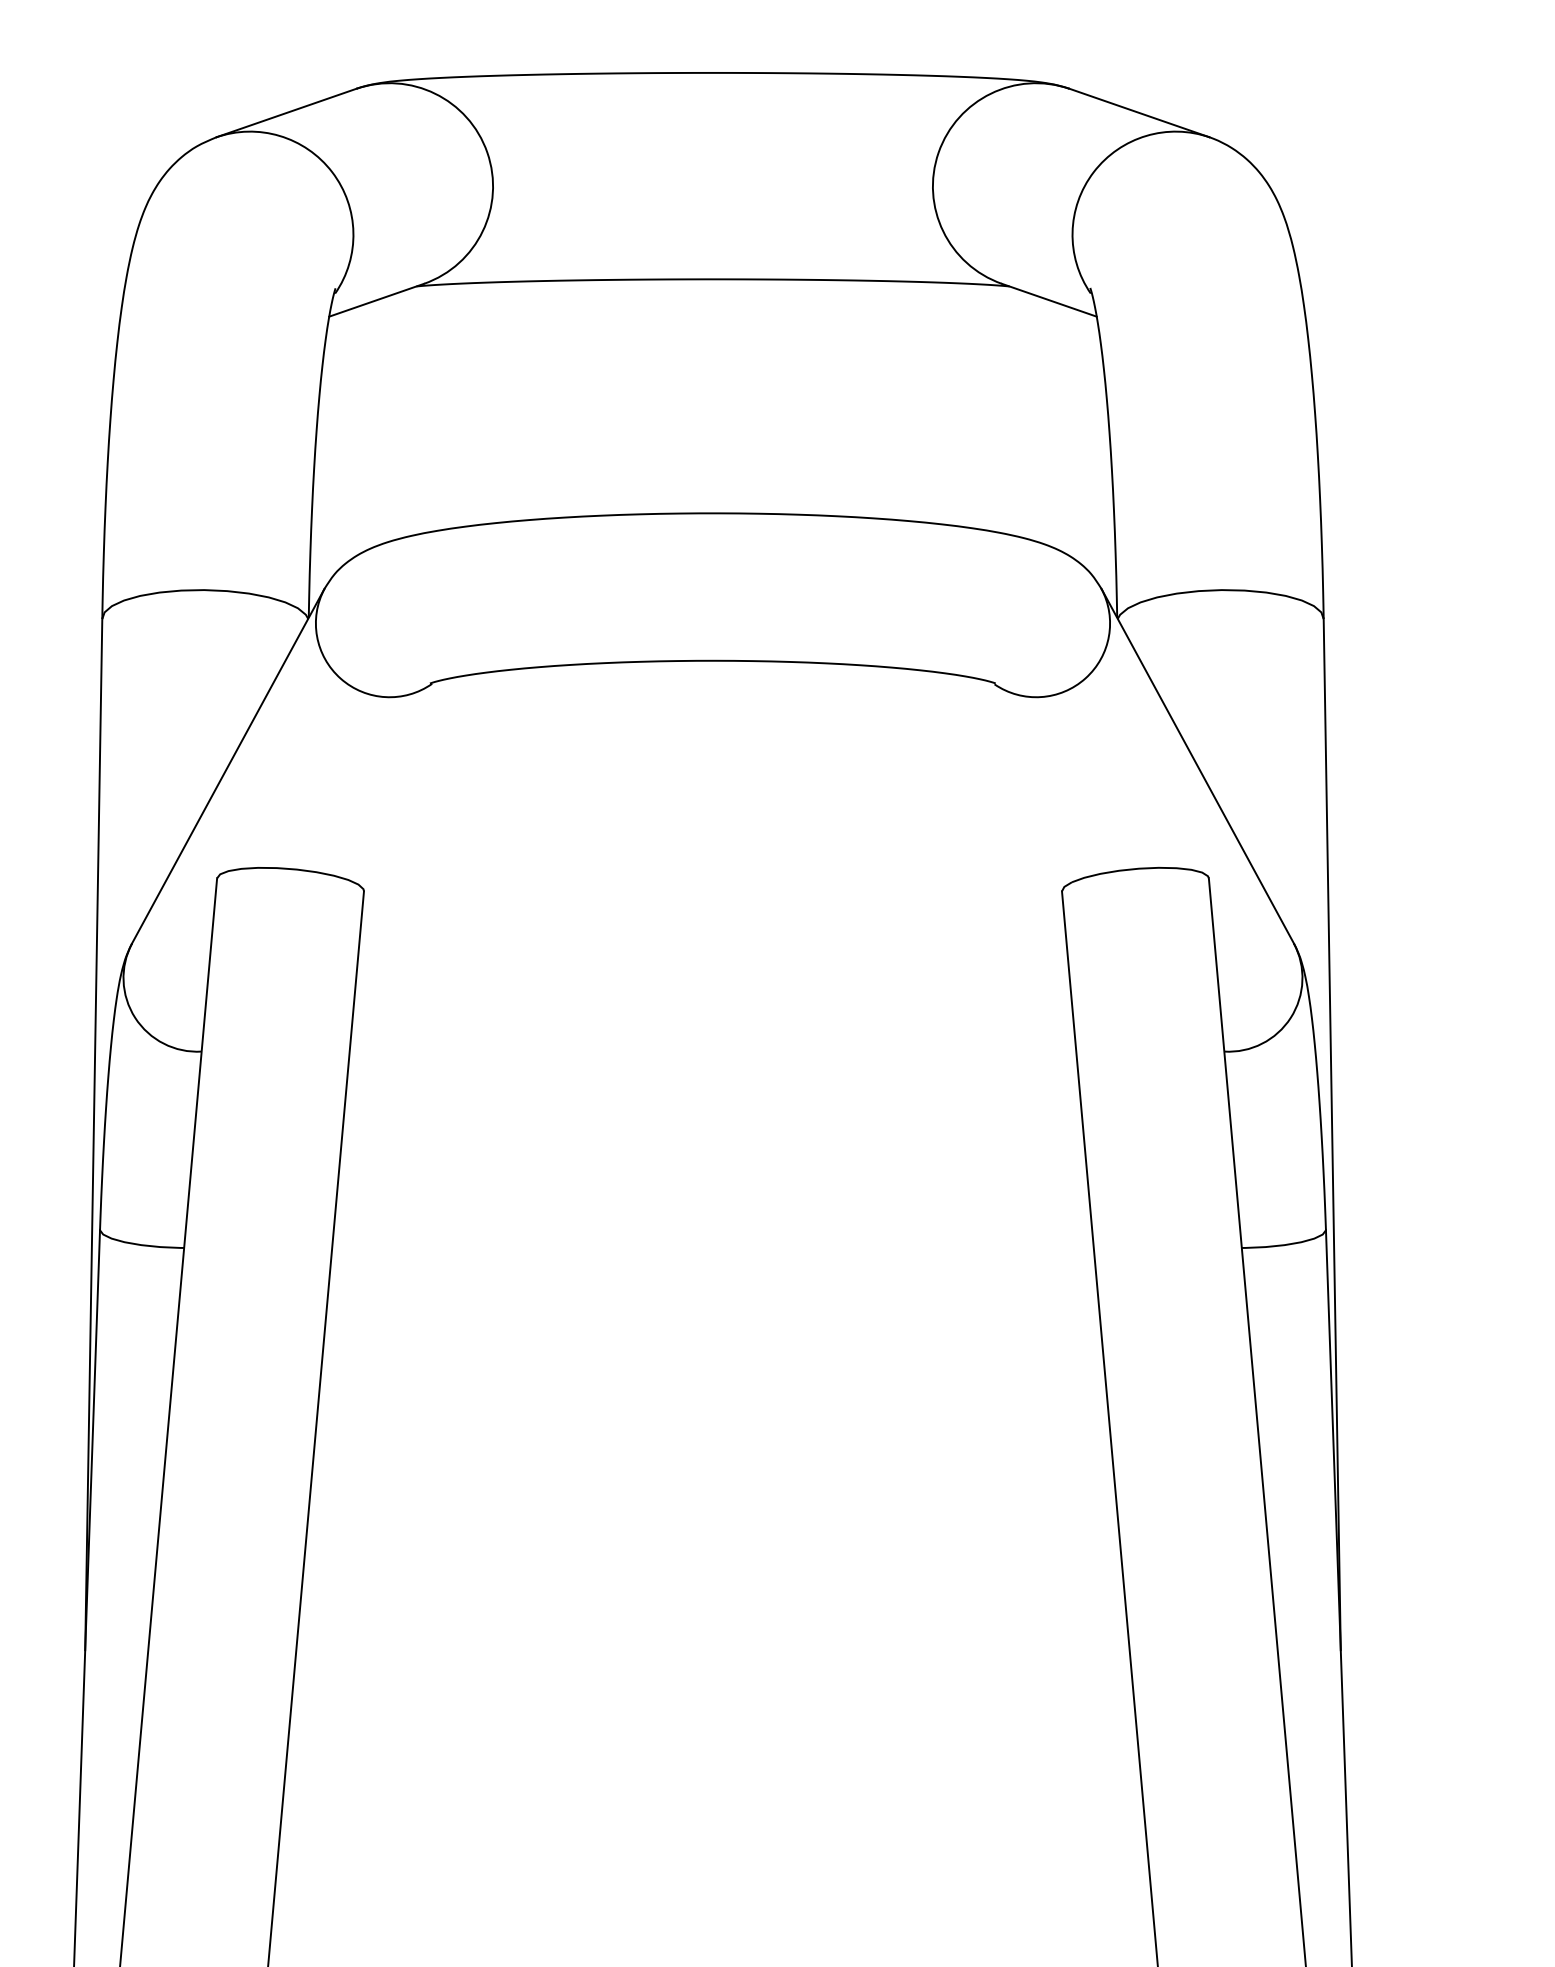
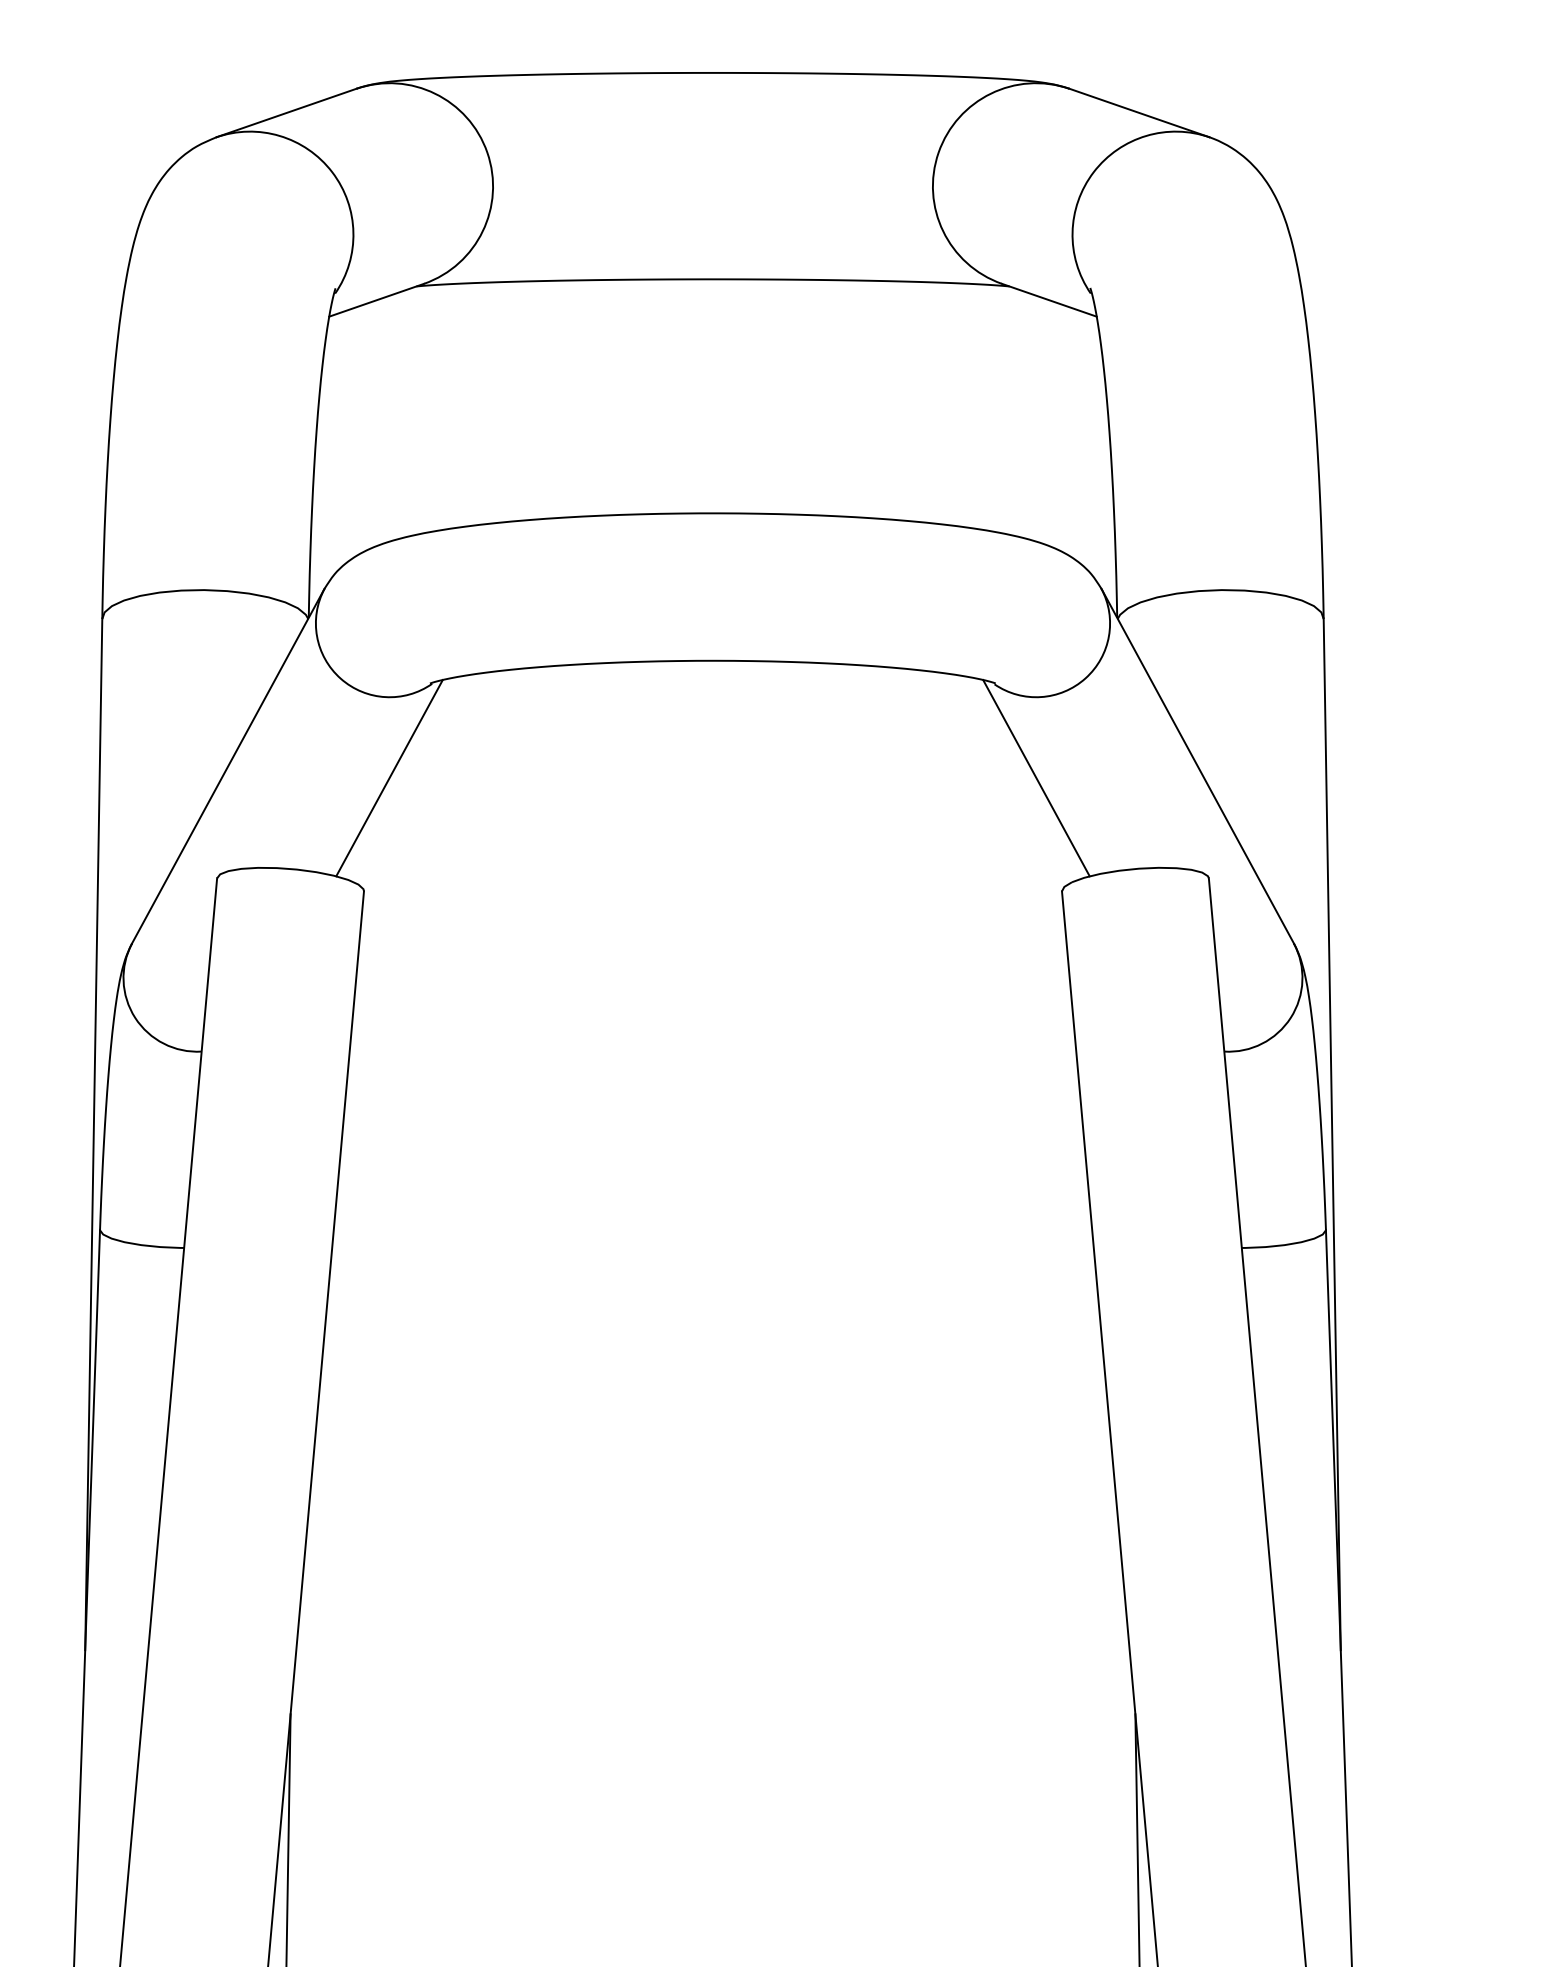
line at (389, 778): none -> present
line at (1036, 778): none -> present
line at (288, 1838): none -> present
line at (1137, 1838): none -> present
